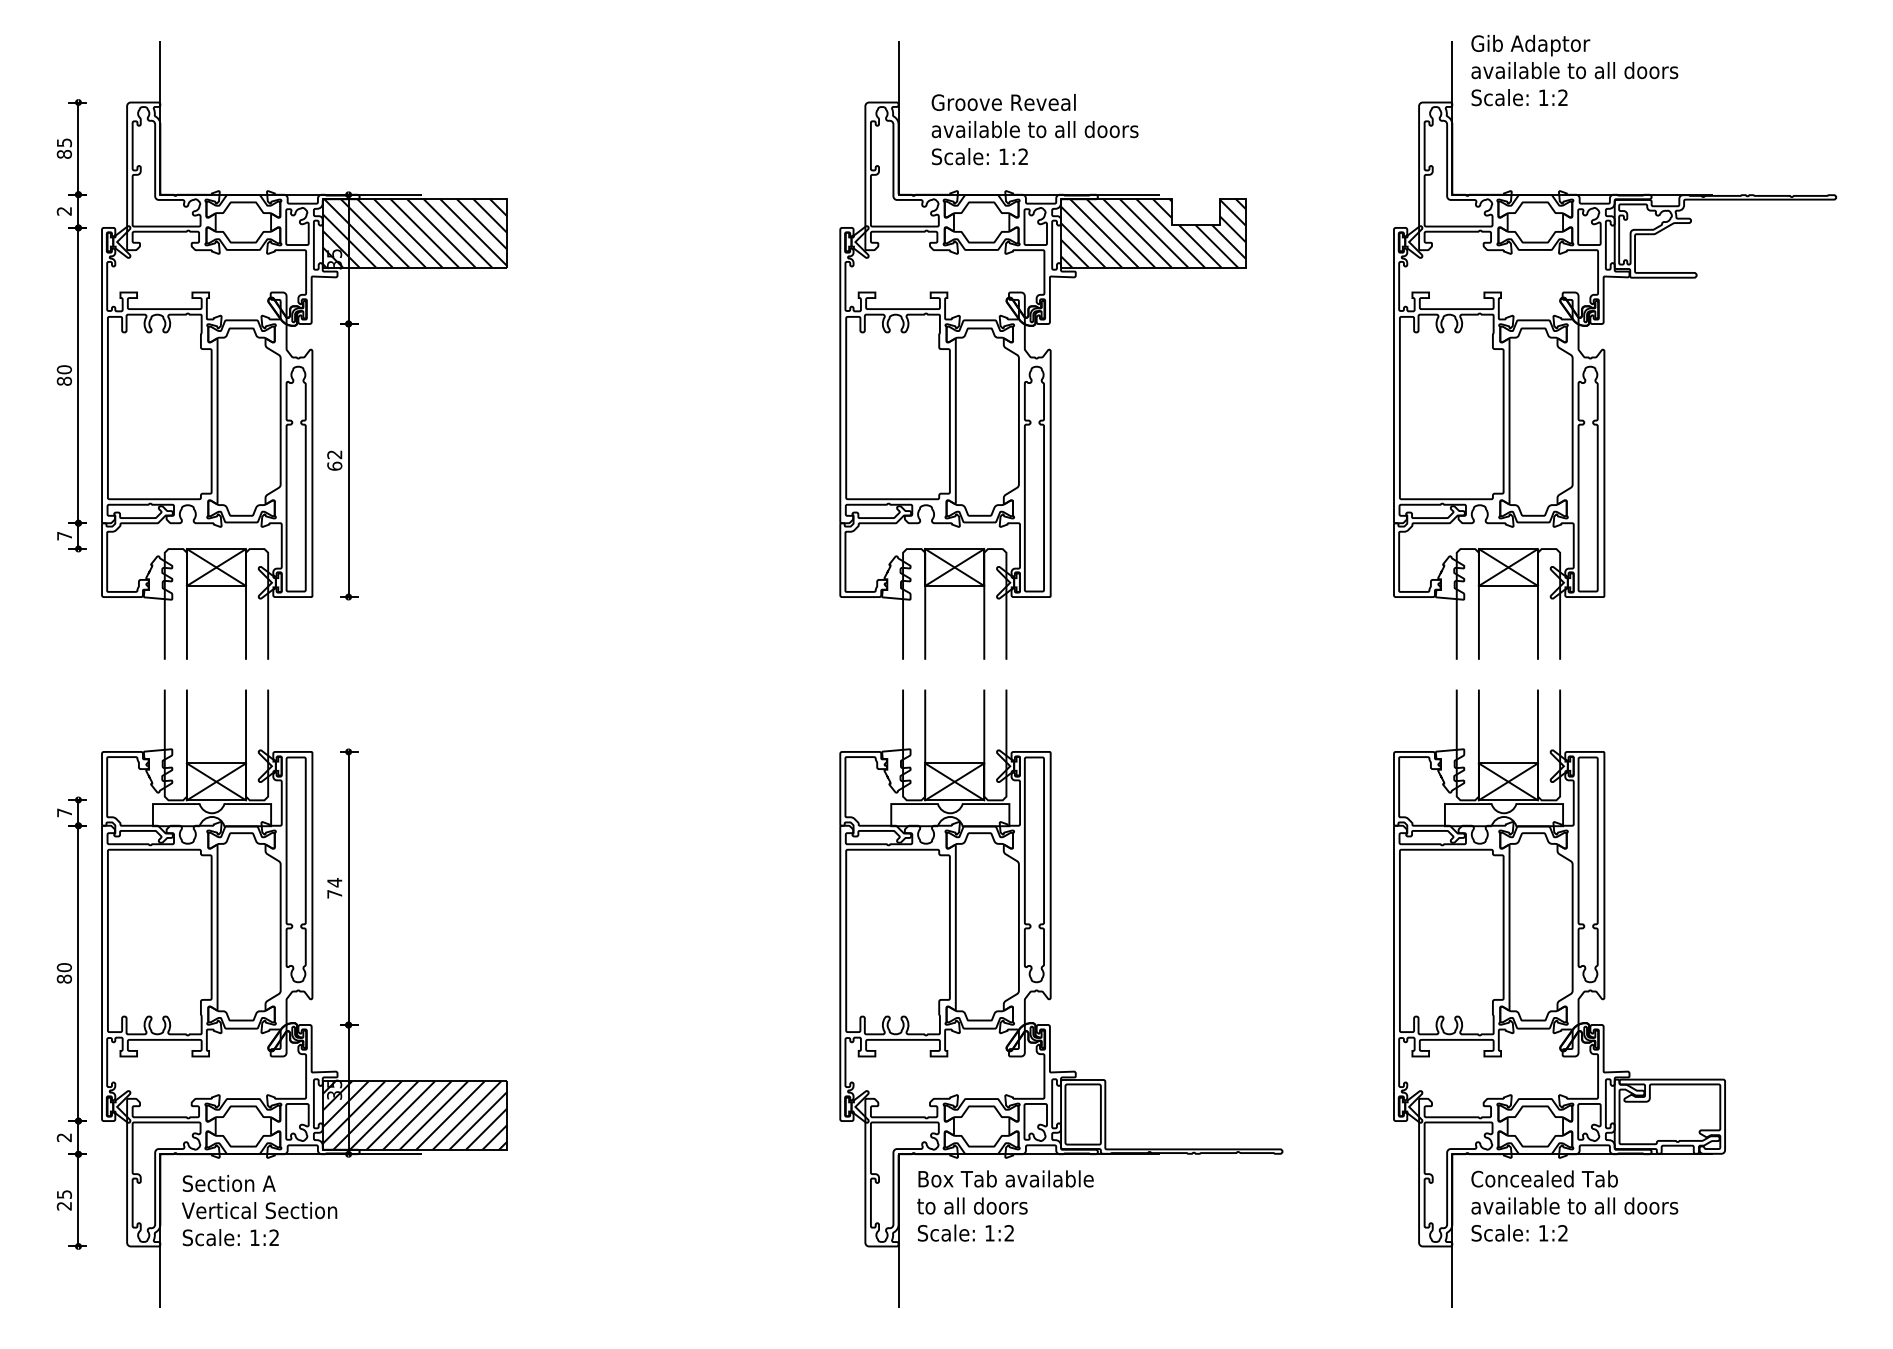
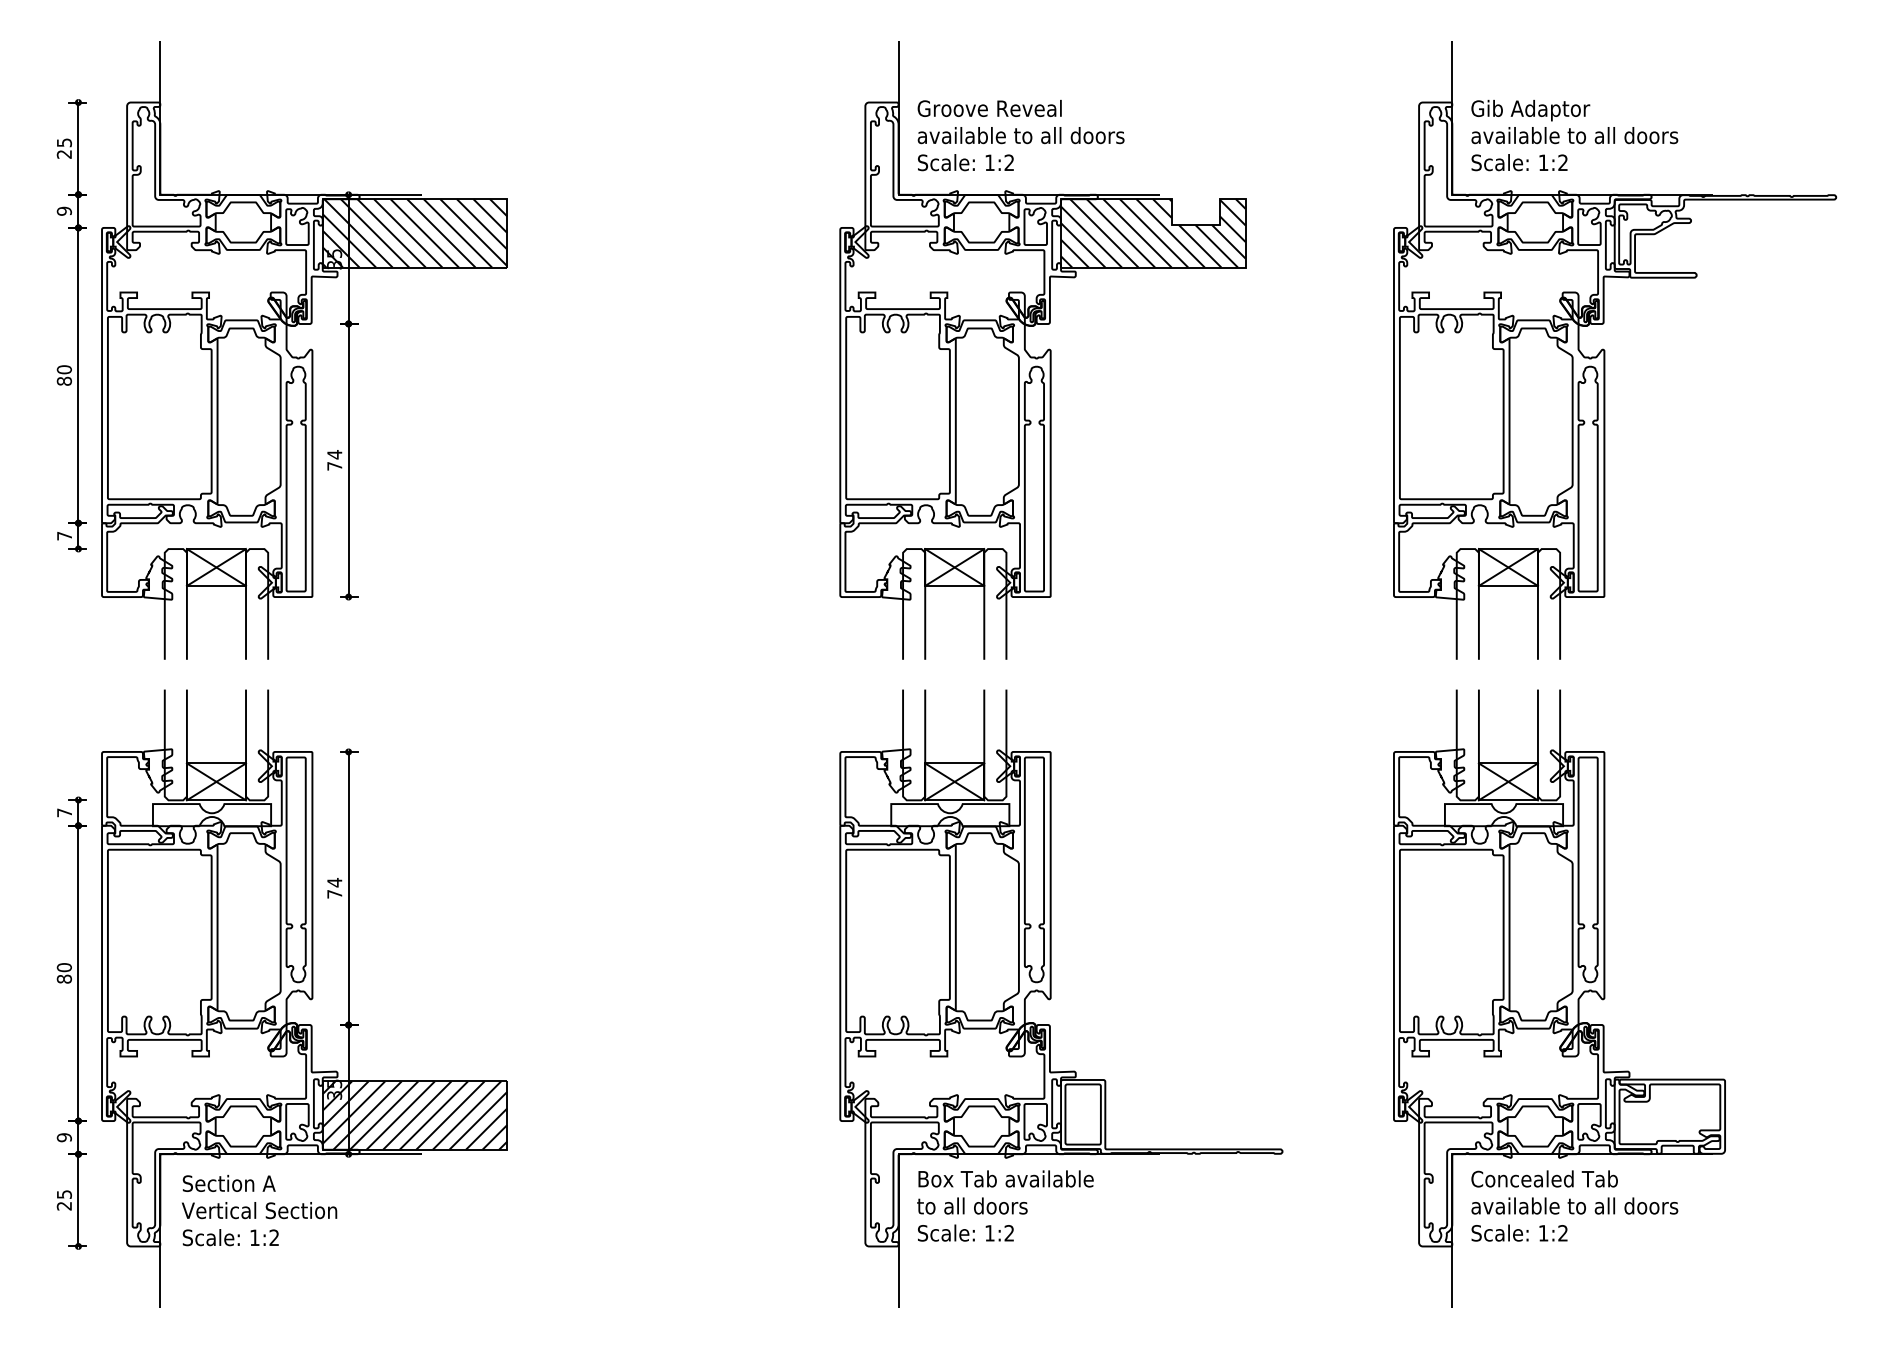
text at (1574, 70) position: (1574, 70) -> (1574, 135)
text at (1034, 129) position: (1034, 129) -> (1020, 135)
text at (63, 153): 85 -> 25
text at (64, 210): 2 -> 9
text at (334, 460): 62 -> 74
text at (64, 1137): 2 -> 9
